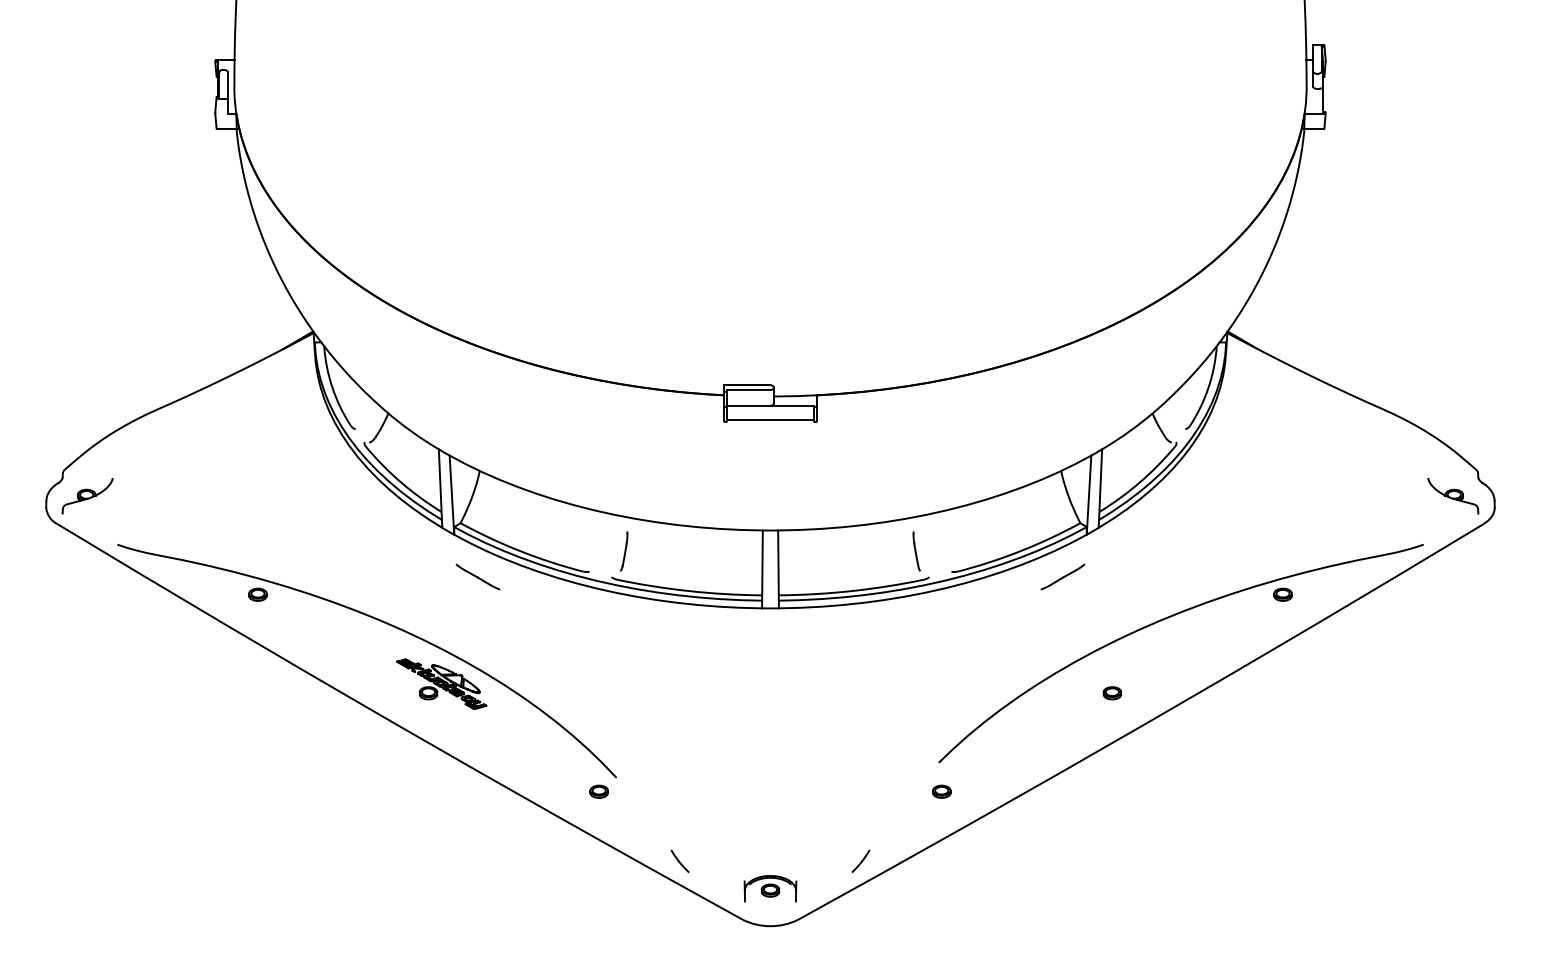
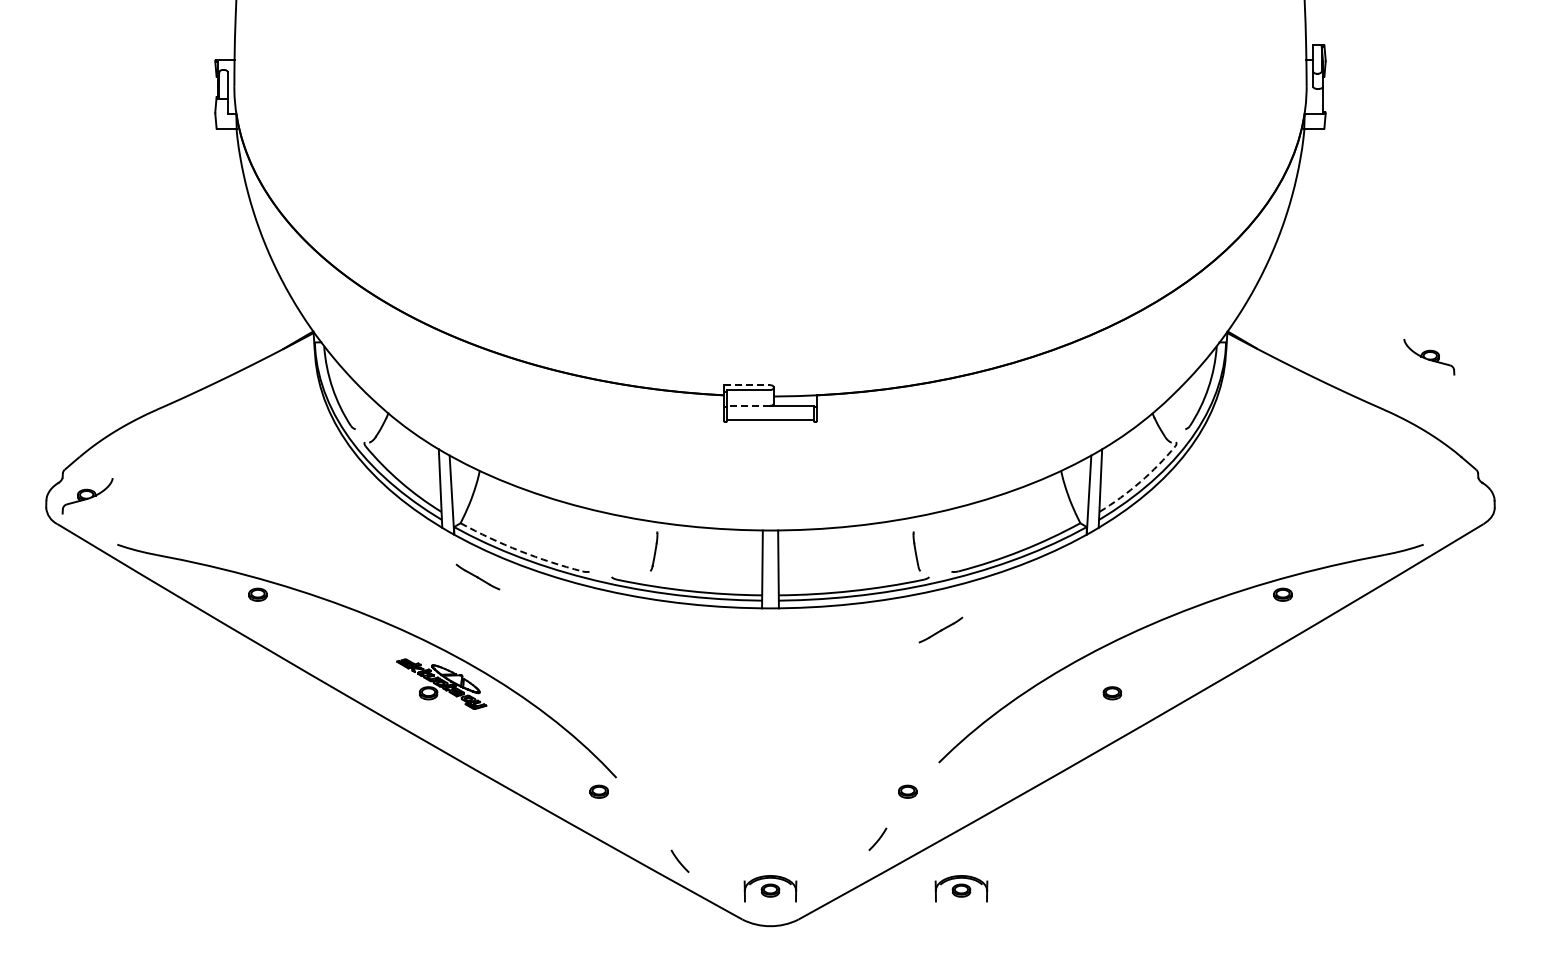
line at (747, 385): solid -> dashed
line at (747, 405): solid -> dashed
arc at (1140, 482): solid -> dashed
part at (1453, 496) position: (1453, 496) -> (1429, 357)
arc at (520, 551): solid -> dashed
line at (624, 551) position: (624, 551) -> (654, 551)
part at (1062, 576) position: (1062, 576) -> (940, 629)
part at (941, 791) position: (941, 791) -> (907, 791)
curve at (861, 860) position: (861, 860) -> (878, 838)
part at (961, 888): none -> present
